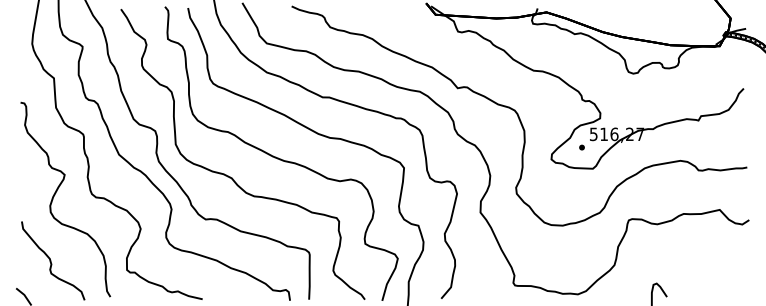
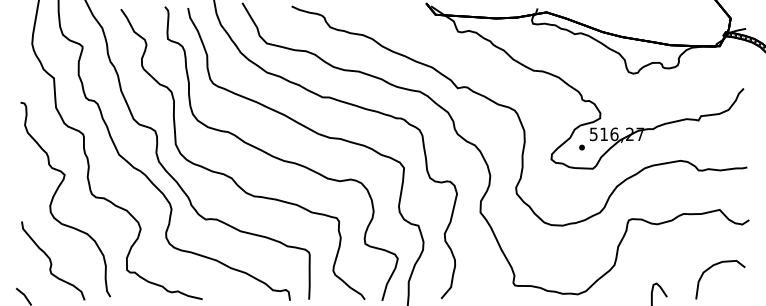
curve at (712, 267): none -> present
